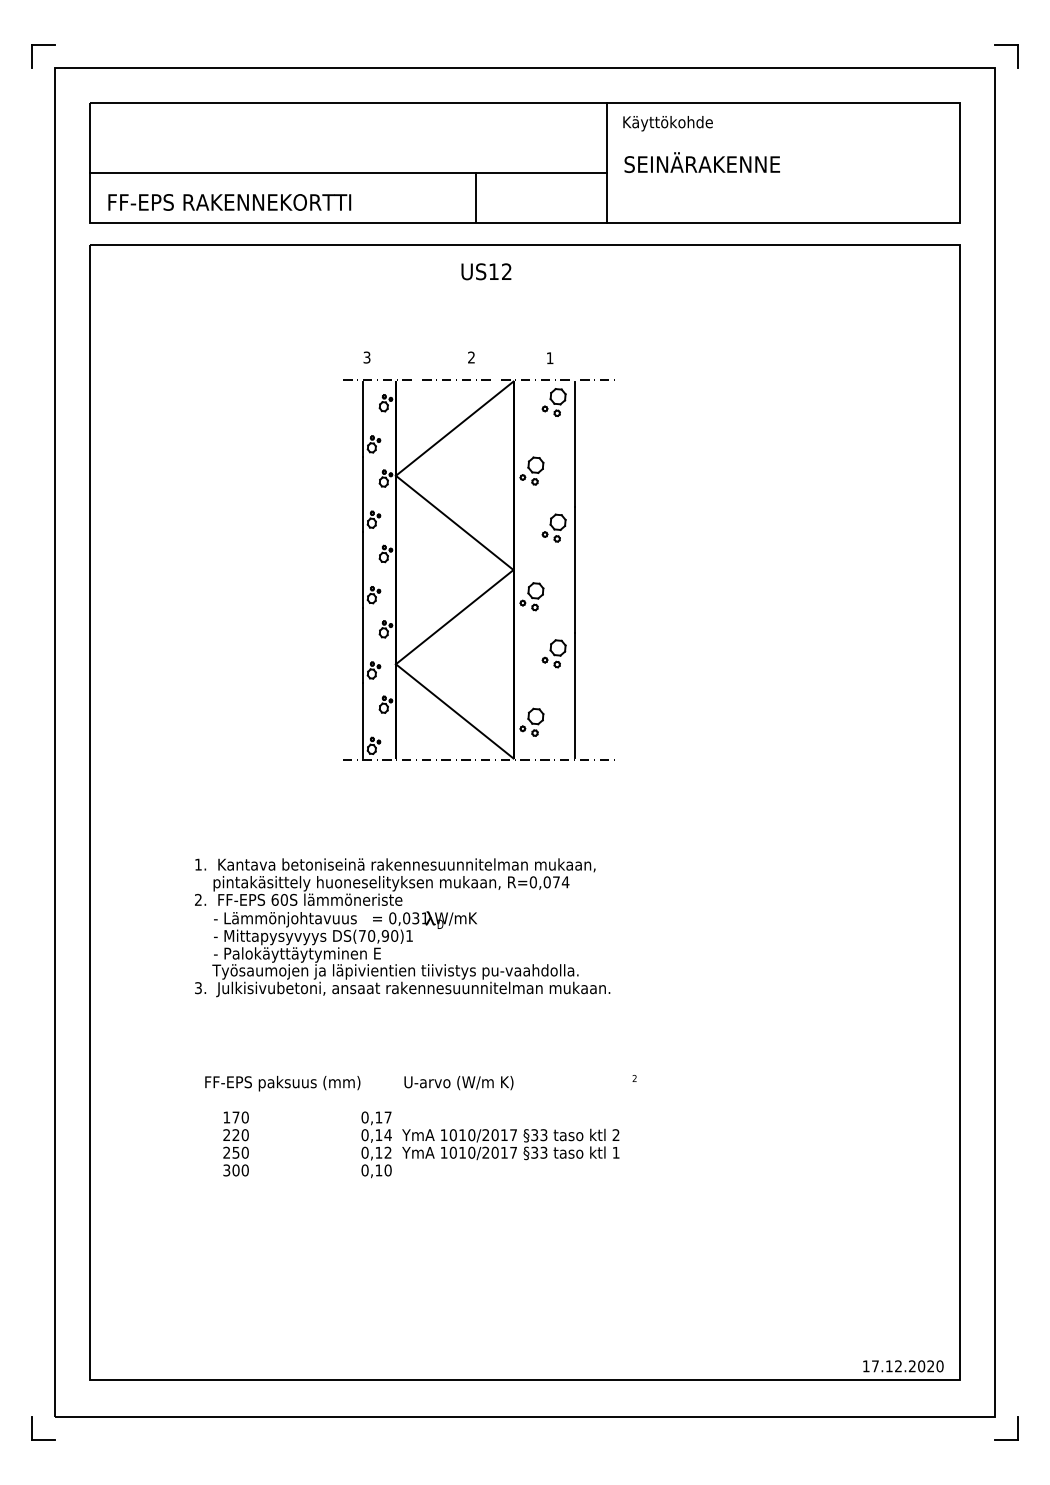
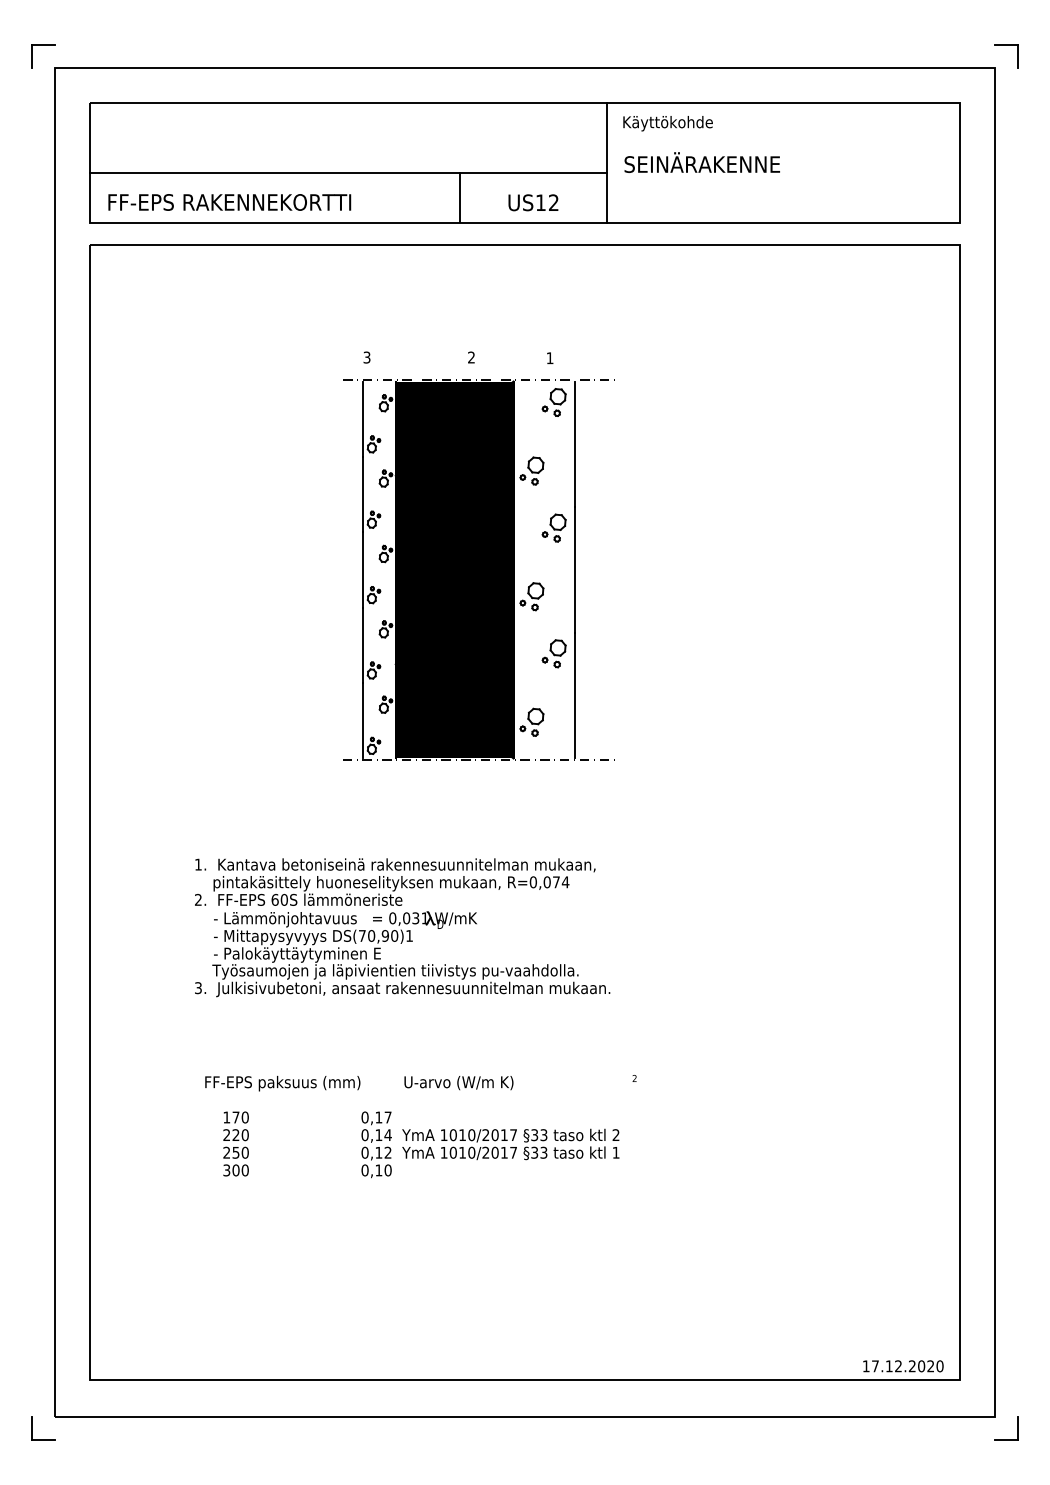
line at (475, 197) position: (475, 197) -> (459, 197)
text at (486, 271) position: (486, 271) -> (533, 202)
fill at (454, 569): none -> present
